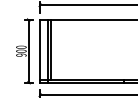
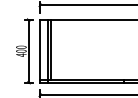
text at (21, 54): 900 -> 400
